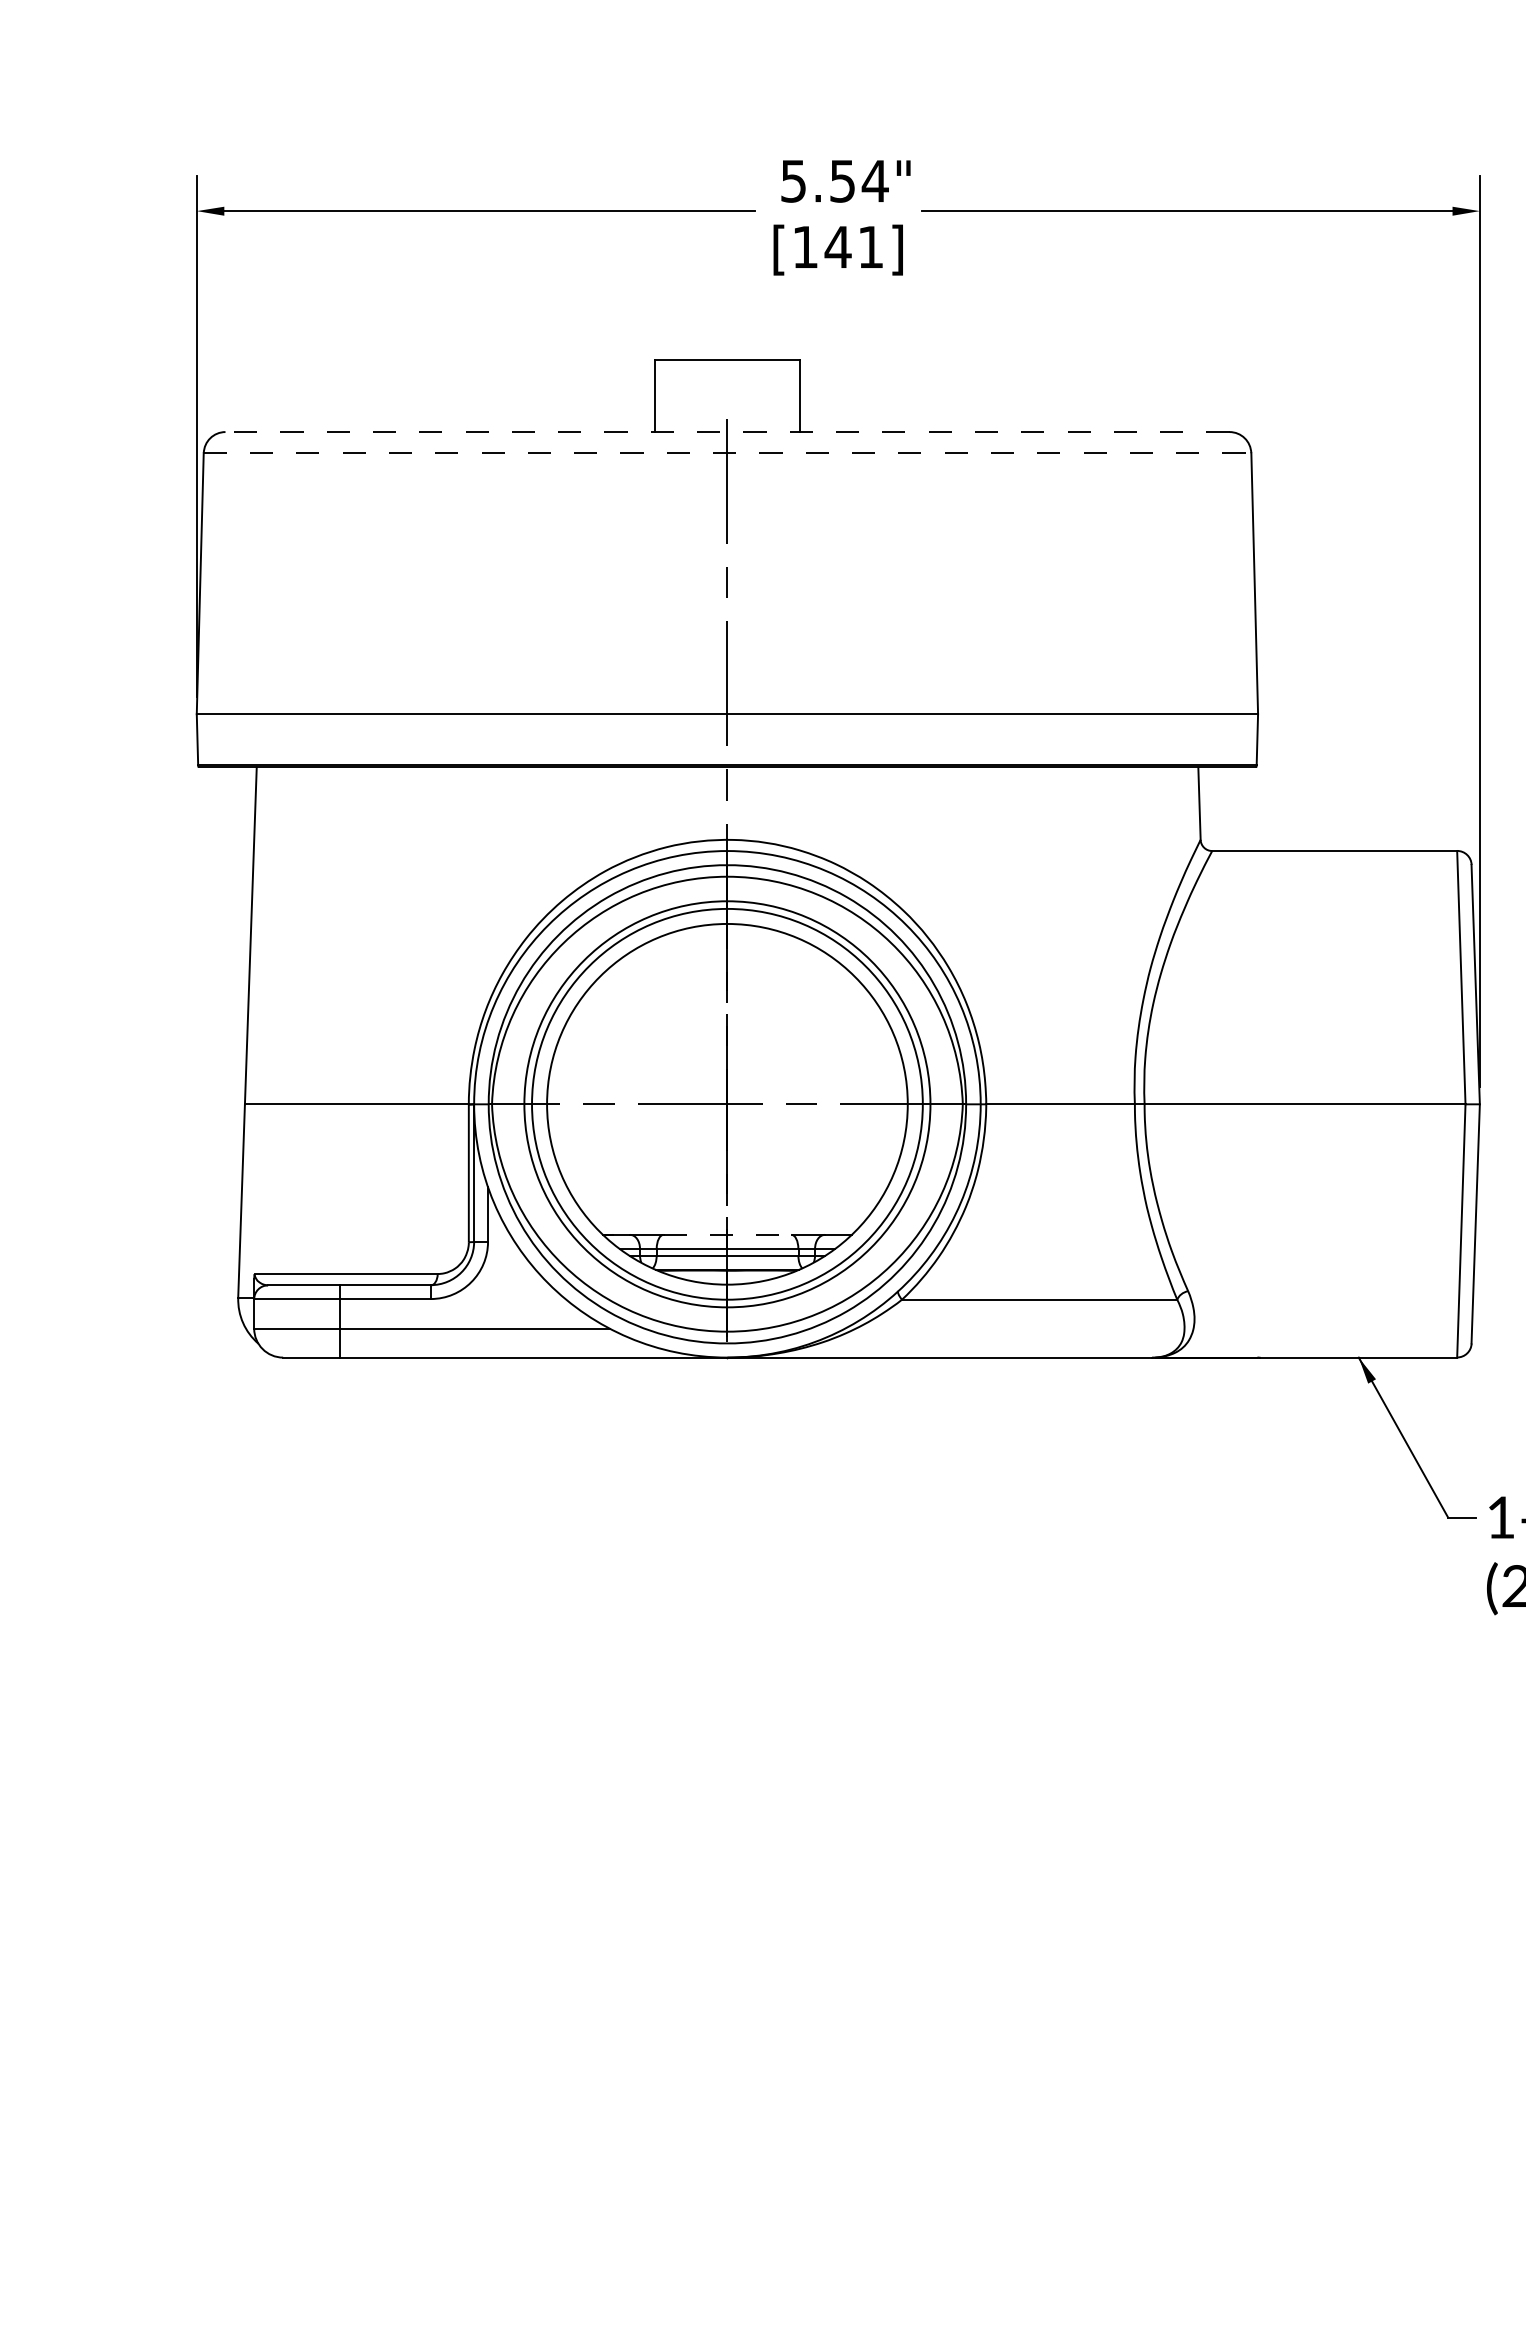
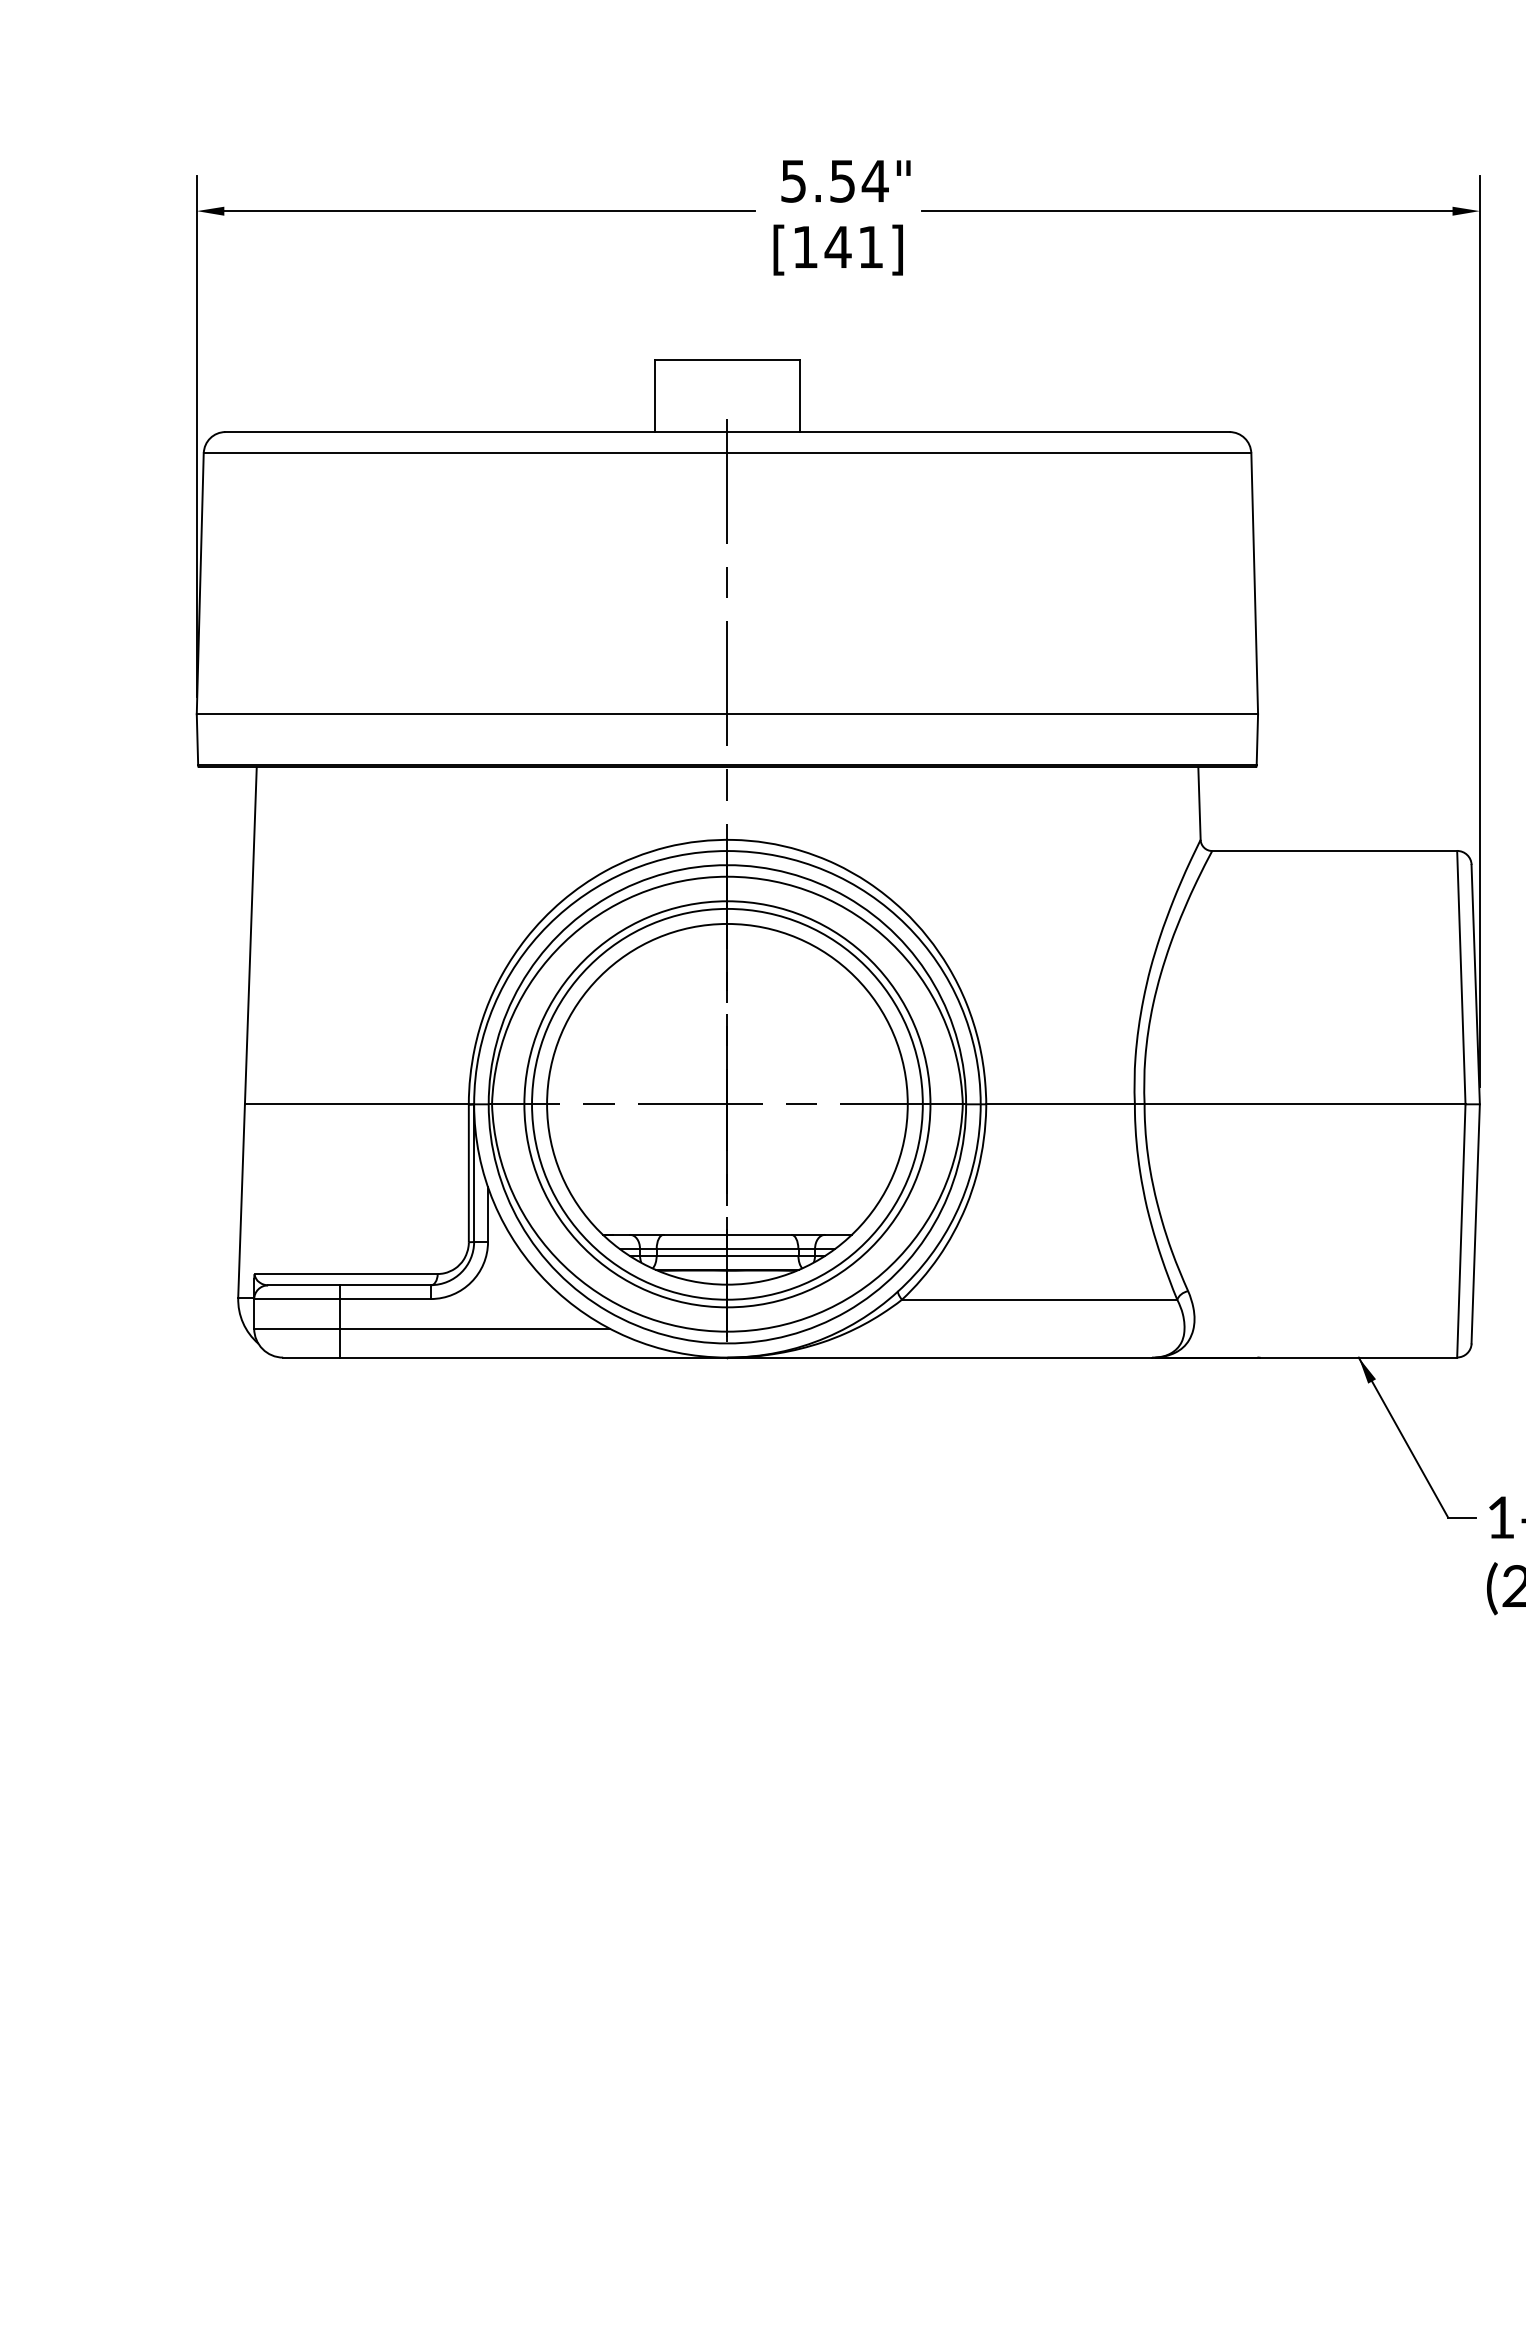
line at (727, 432): dashed -> solid
line at (727, 453): dashed -> solid
line at (728, 1234): dashed -> solid
